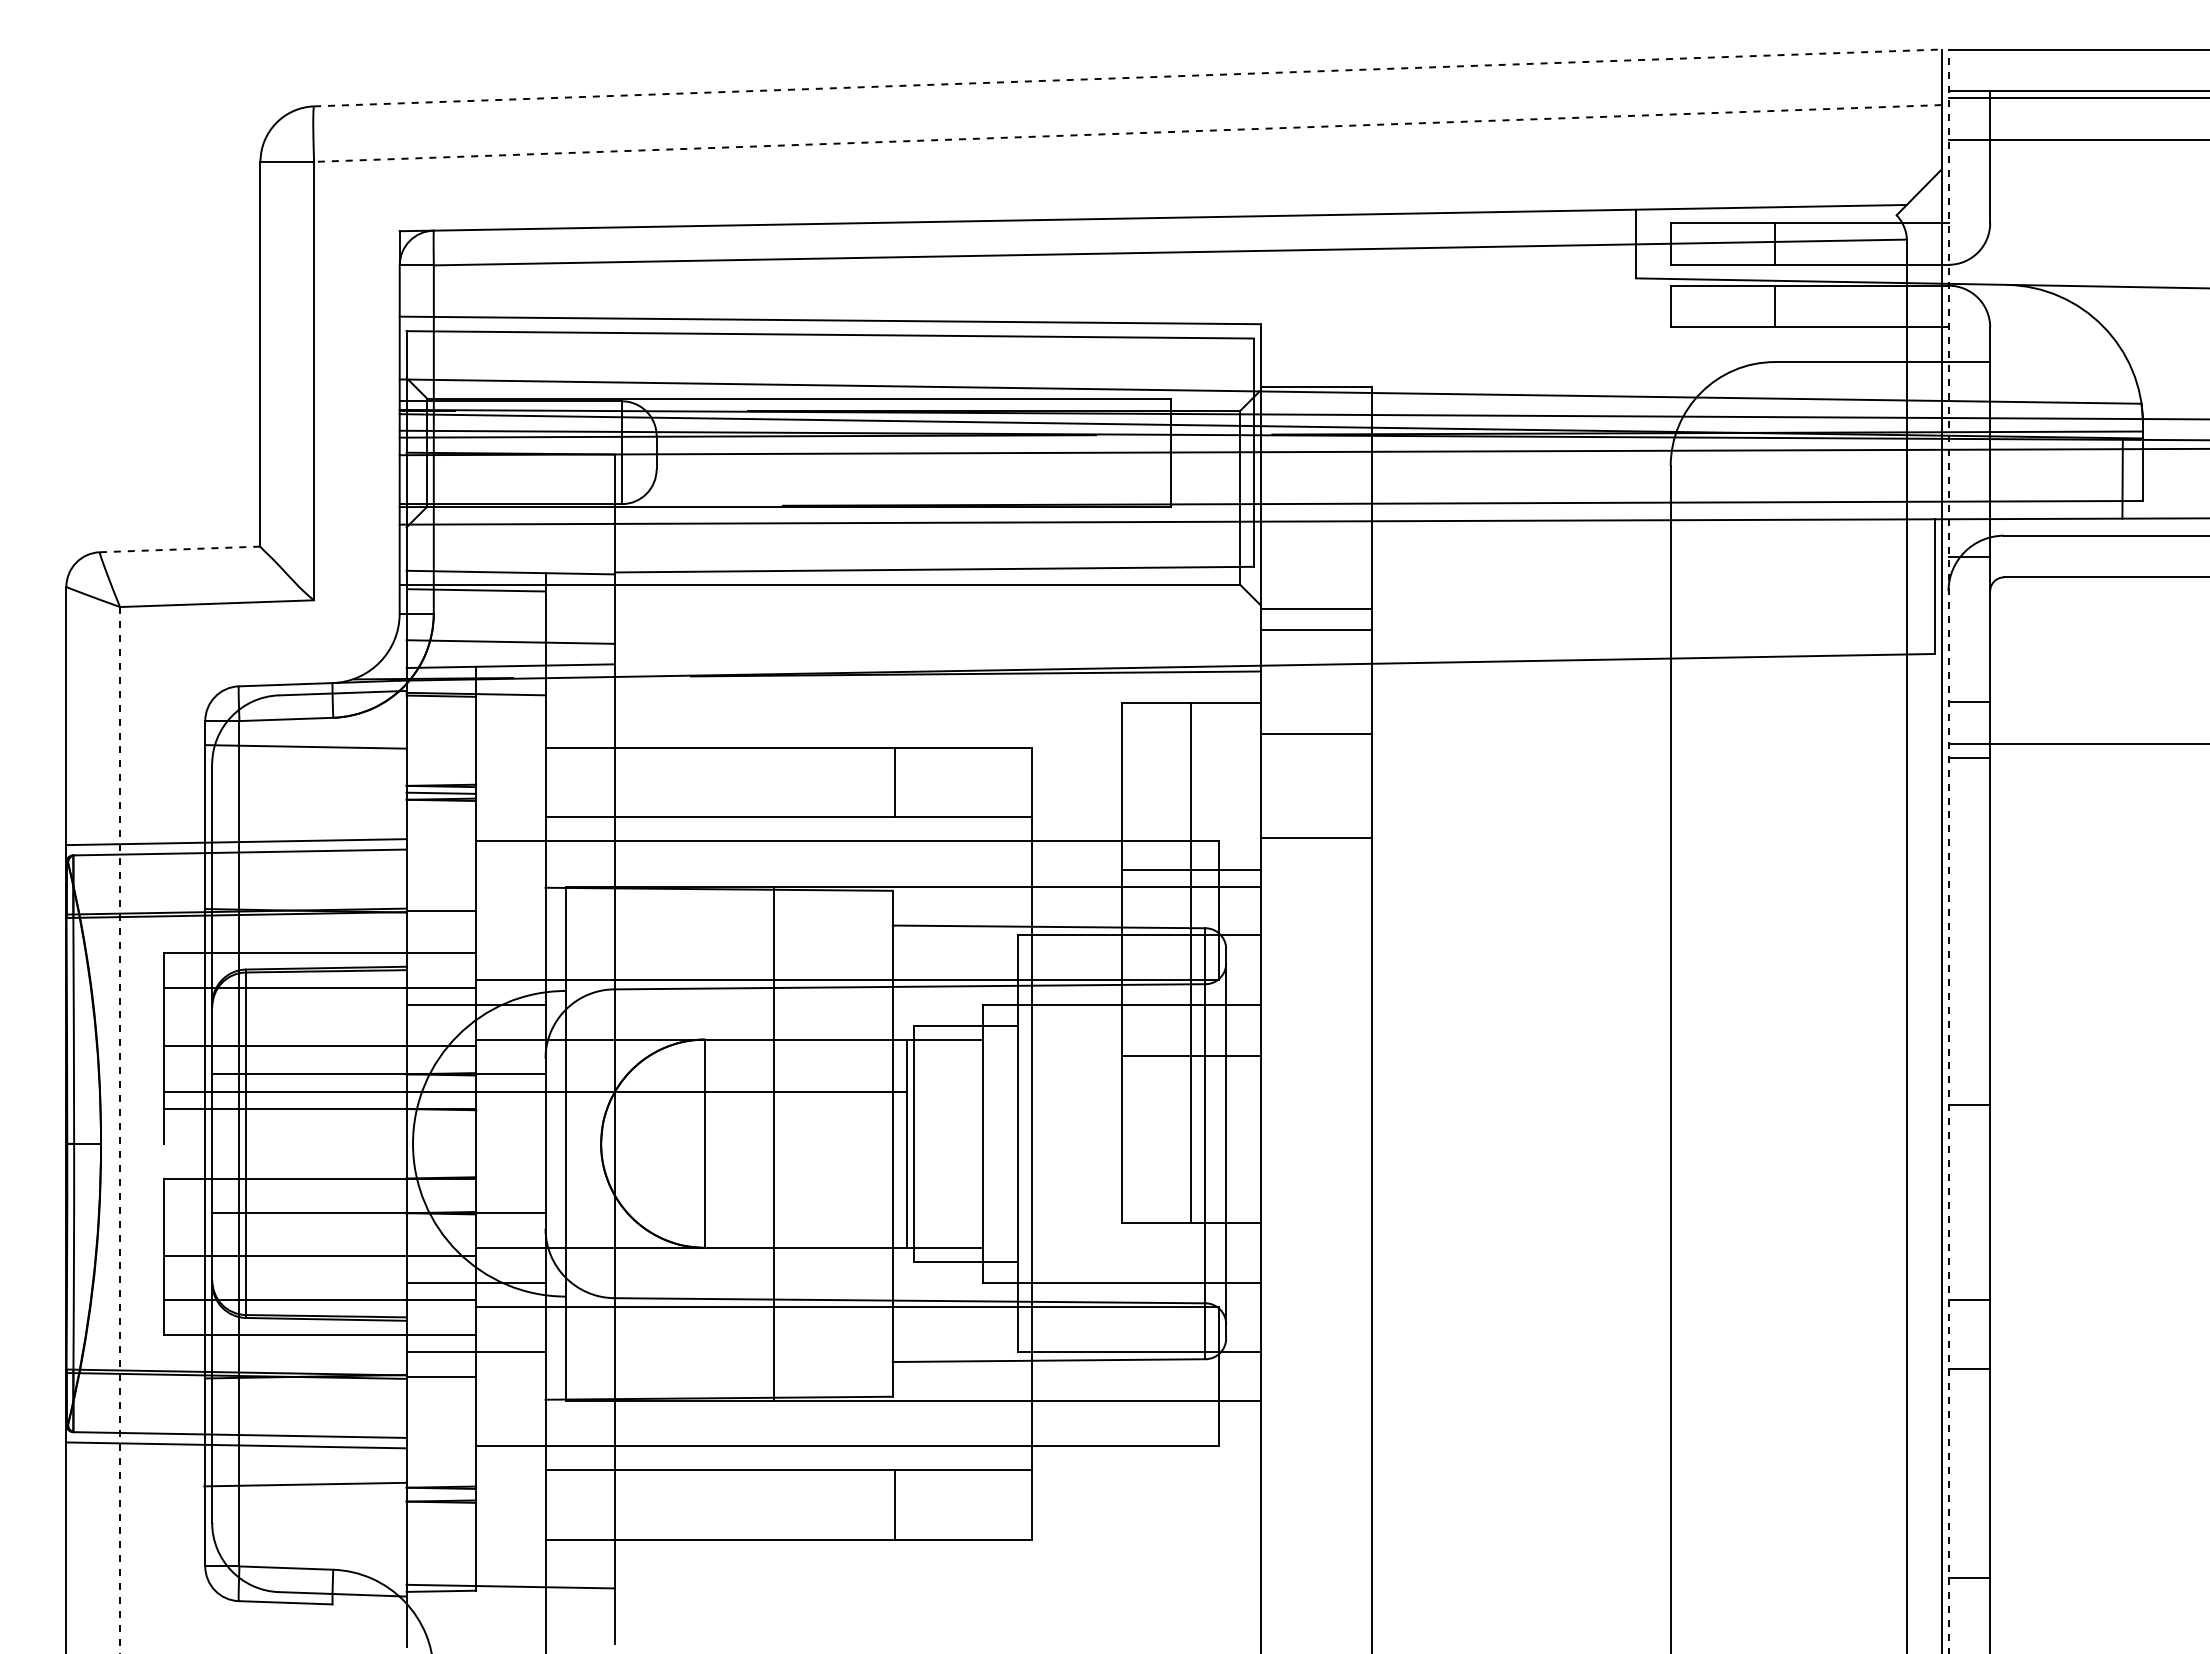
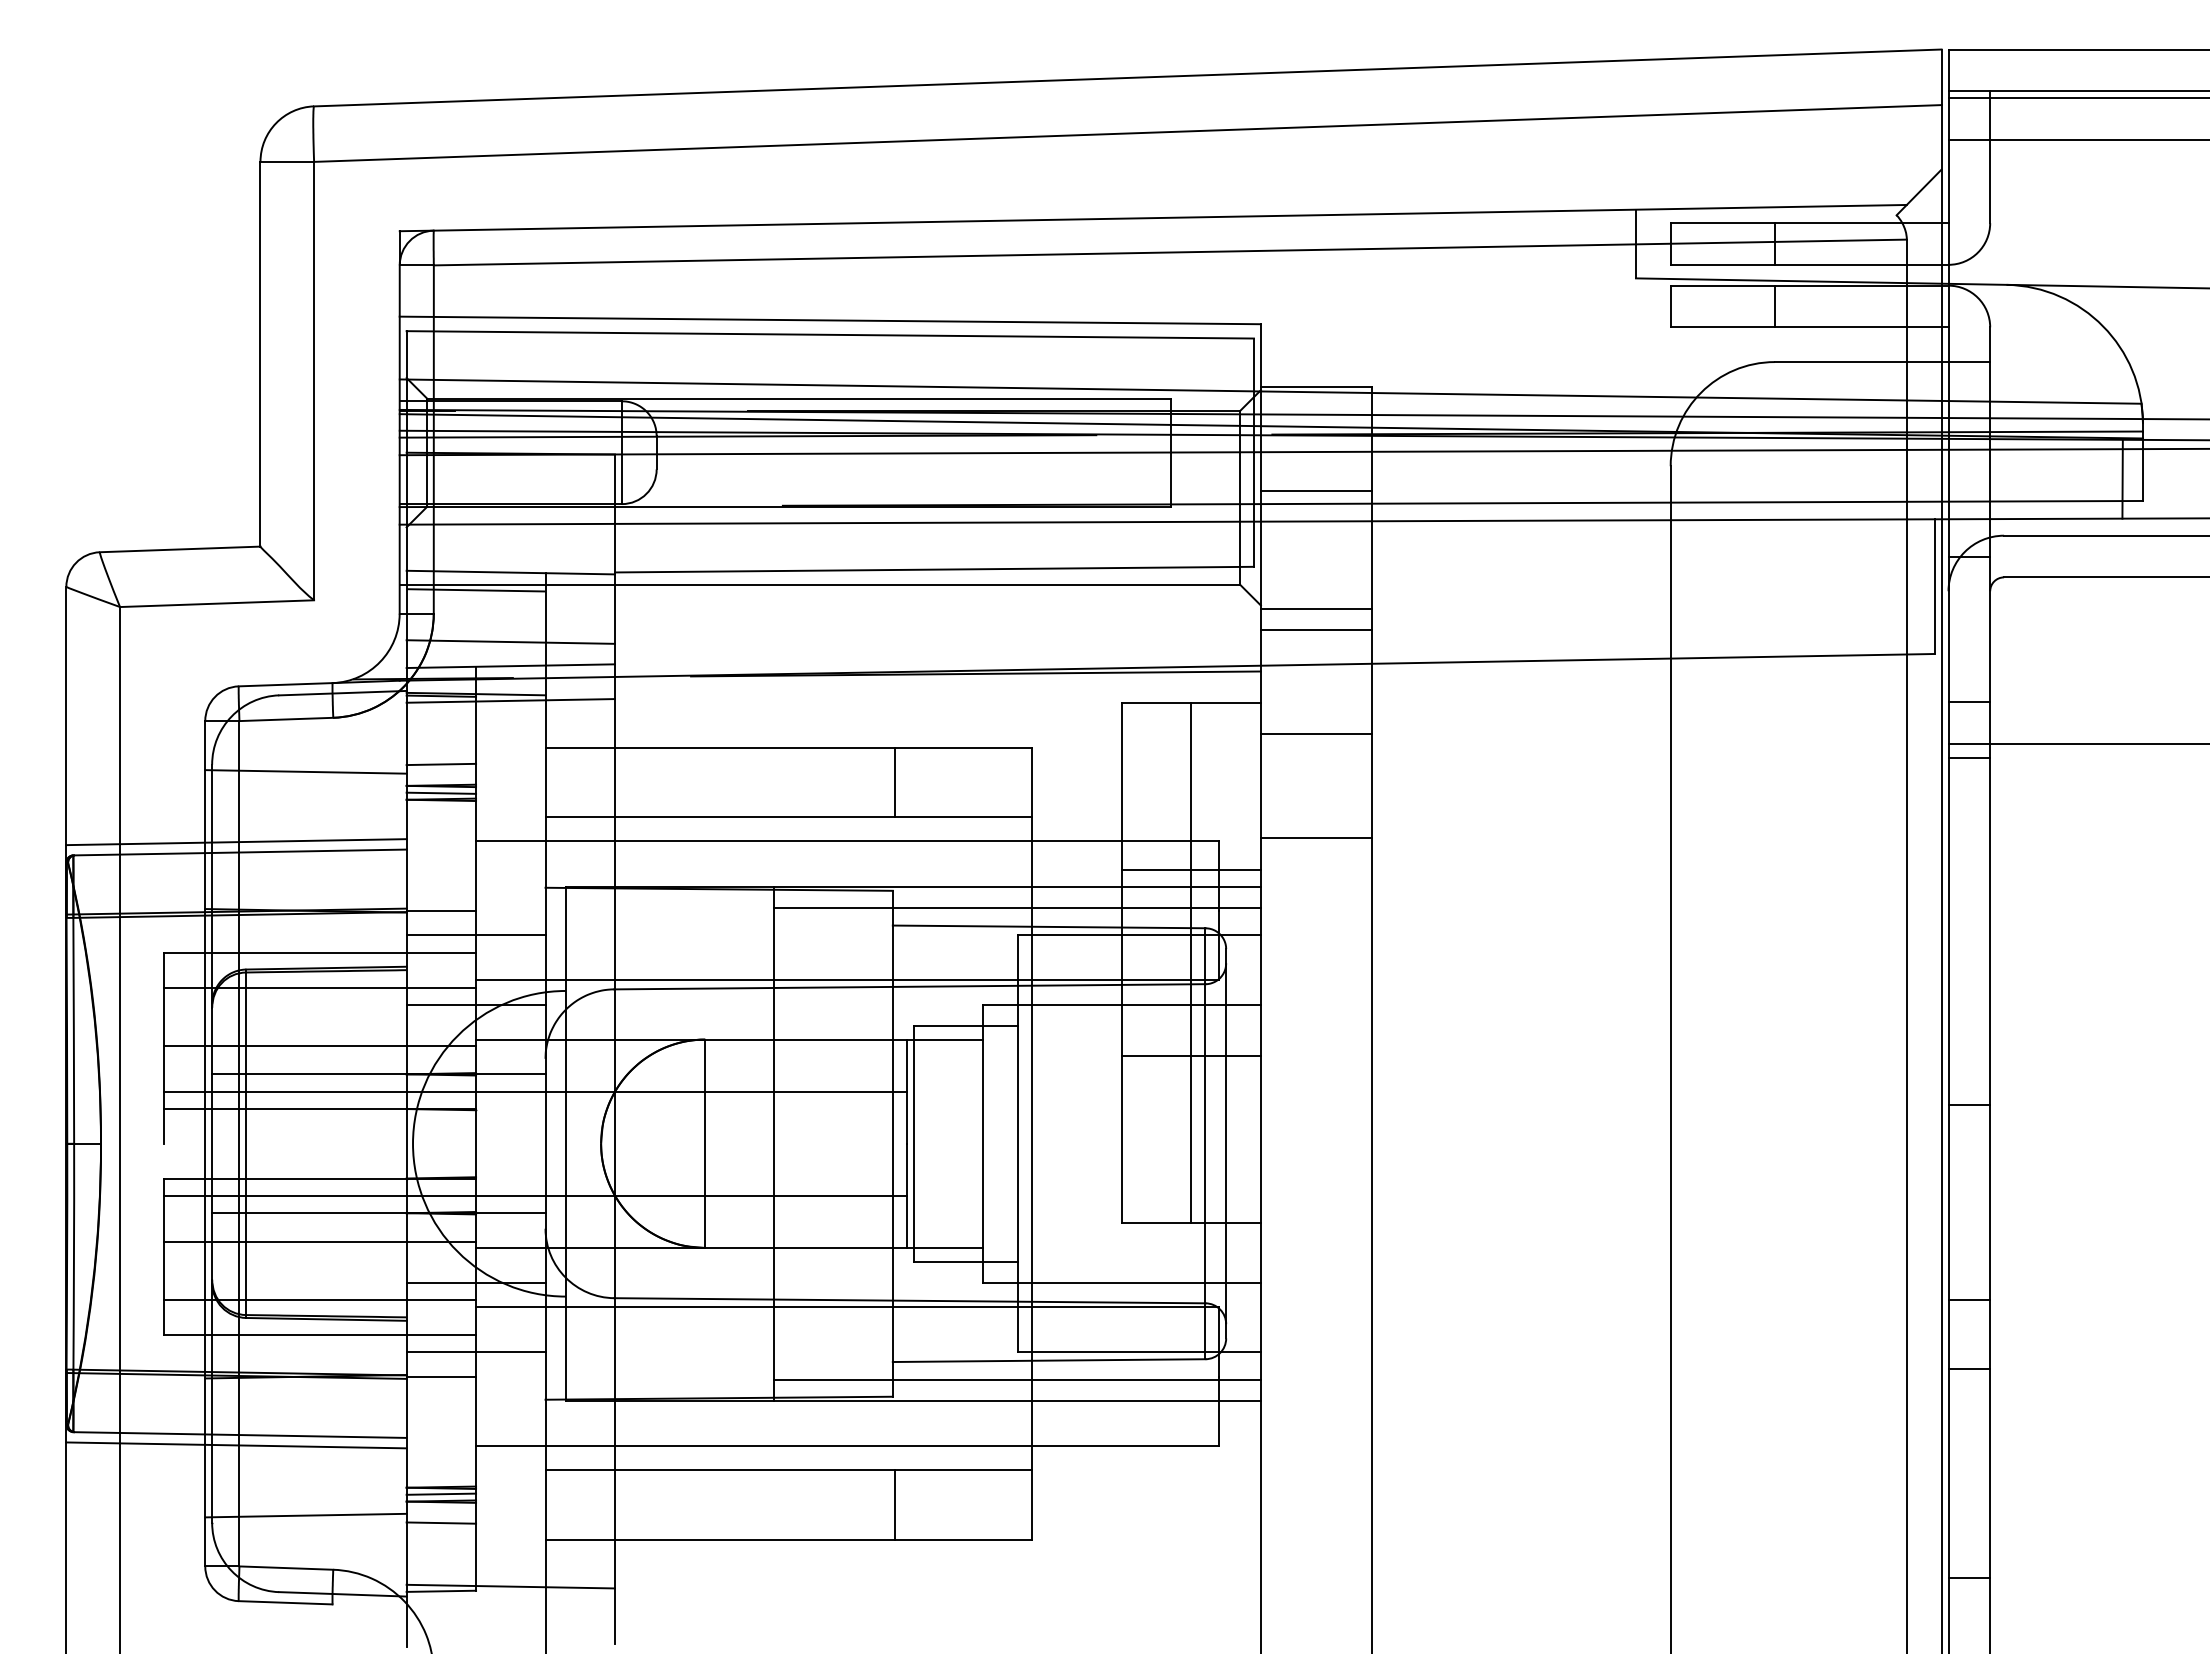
line at (1128, 77): dashed -> solid
line at (1127, 133): dashed -> solid
line at (1316, 490): none -> present
line at (180, 549): dashed -> solid
line at (510, 700): none -> present
line at (305, 746) position: (305, 746) -> (305, 771)
line at (441, 764): none -> present
line at (1948, 851): dashed -> solid
line at (1017, 907): none -> present
line at (475, 935): none -> present
line at (120, 1130): dashed -> solid
line at (534, 1195): none -> present
line at (319, 1256) position: (319, 1256) -> (319, 1242)
line at (1017, 1379): none -> present
line at (304, 1484) position: (304, 1484) -> (305, 1515)
line at (441, 1493): none -> present
line at (441, 1522): none -> present
